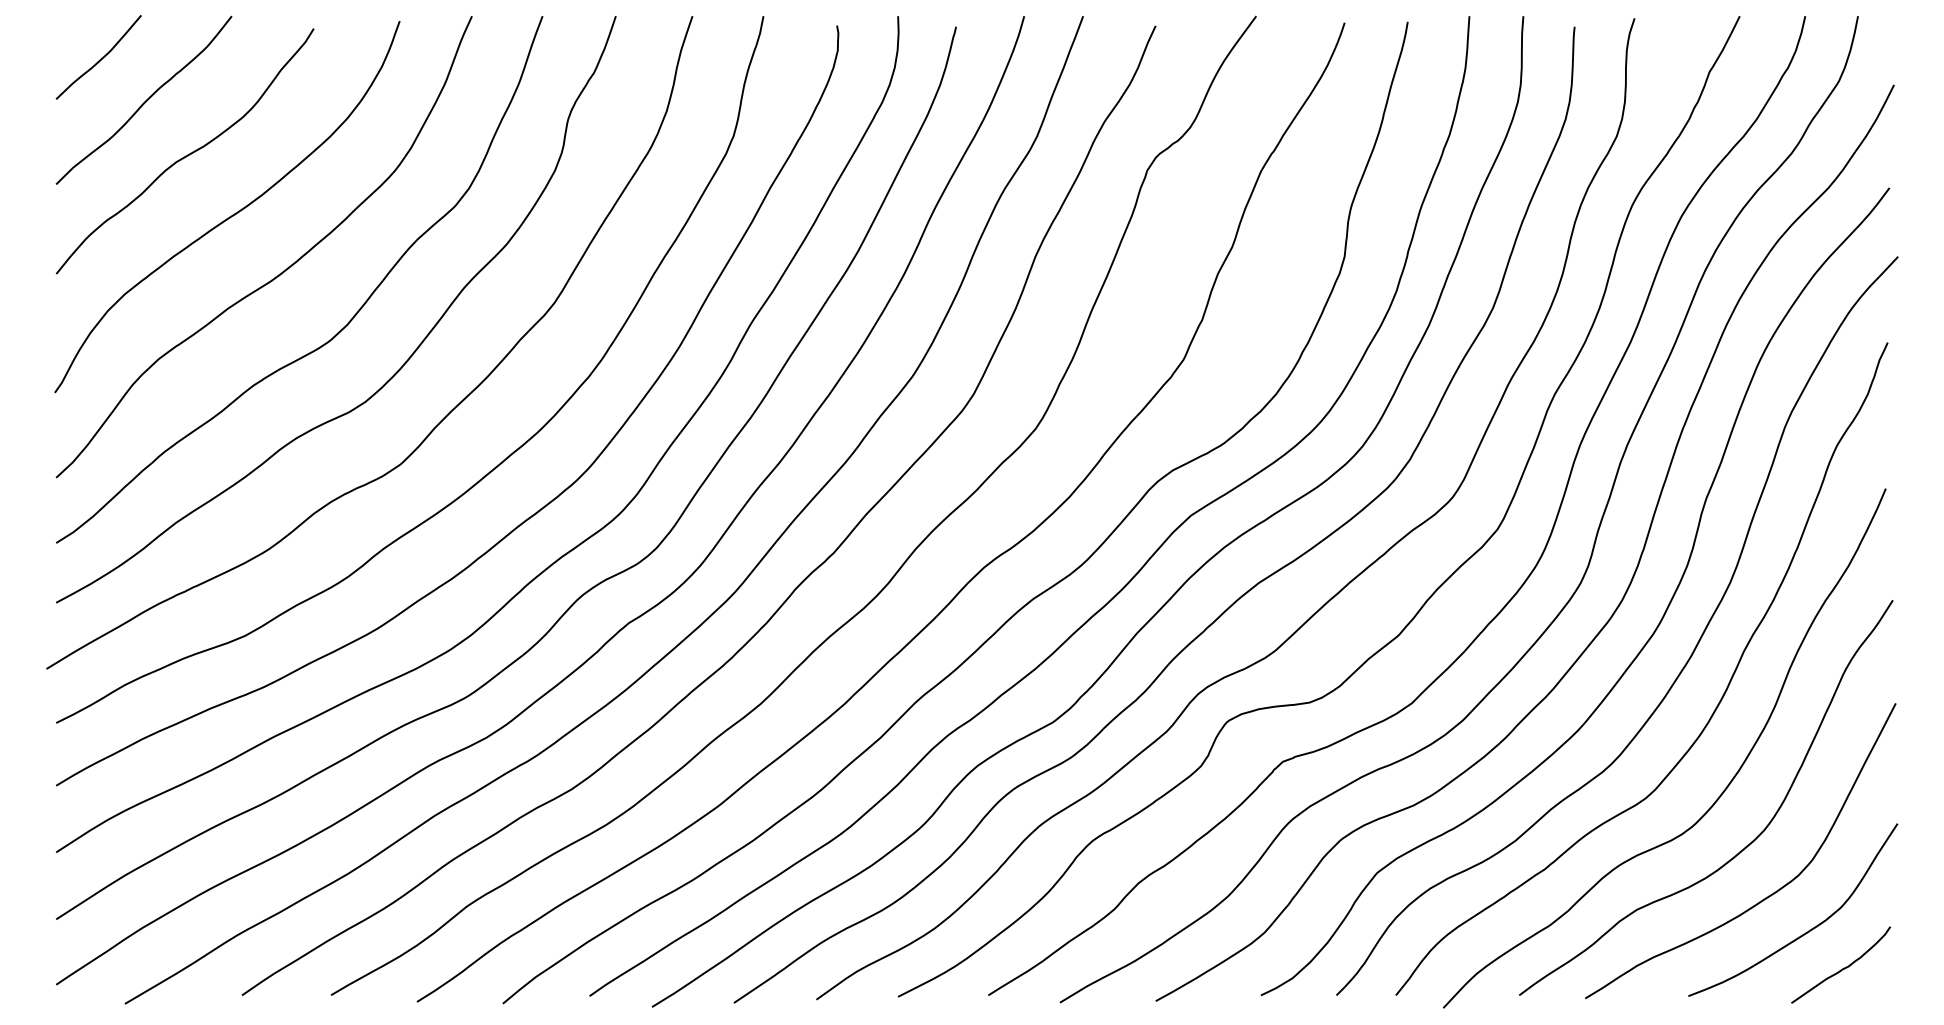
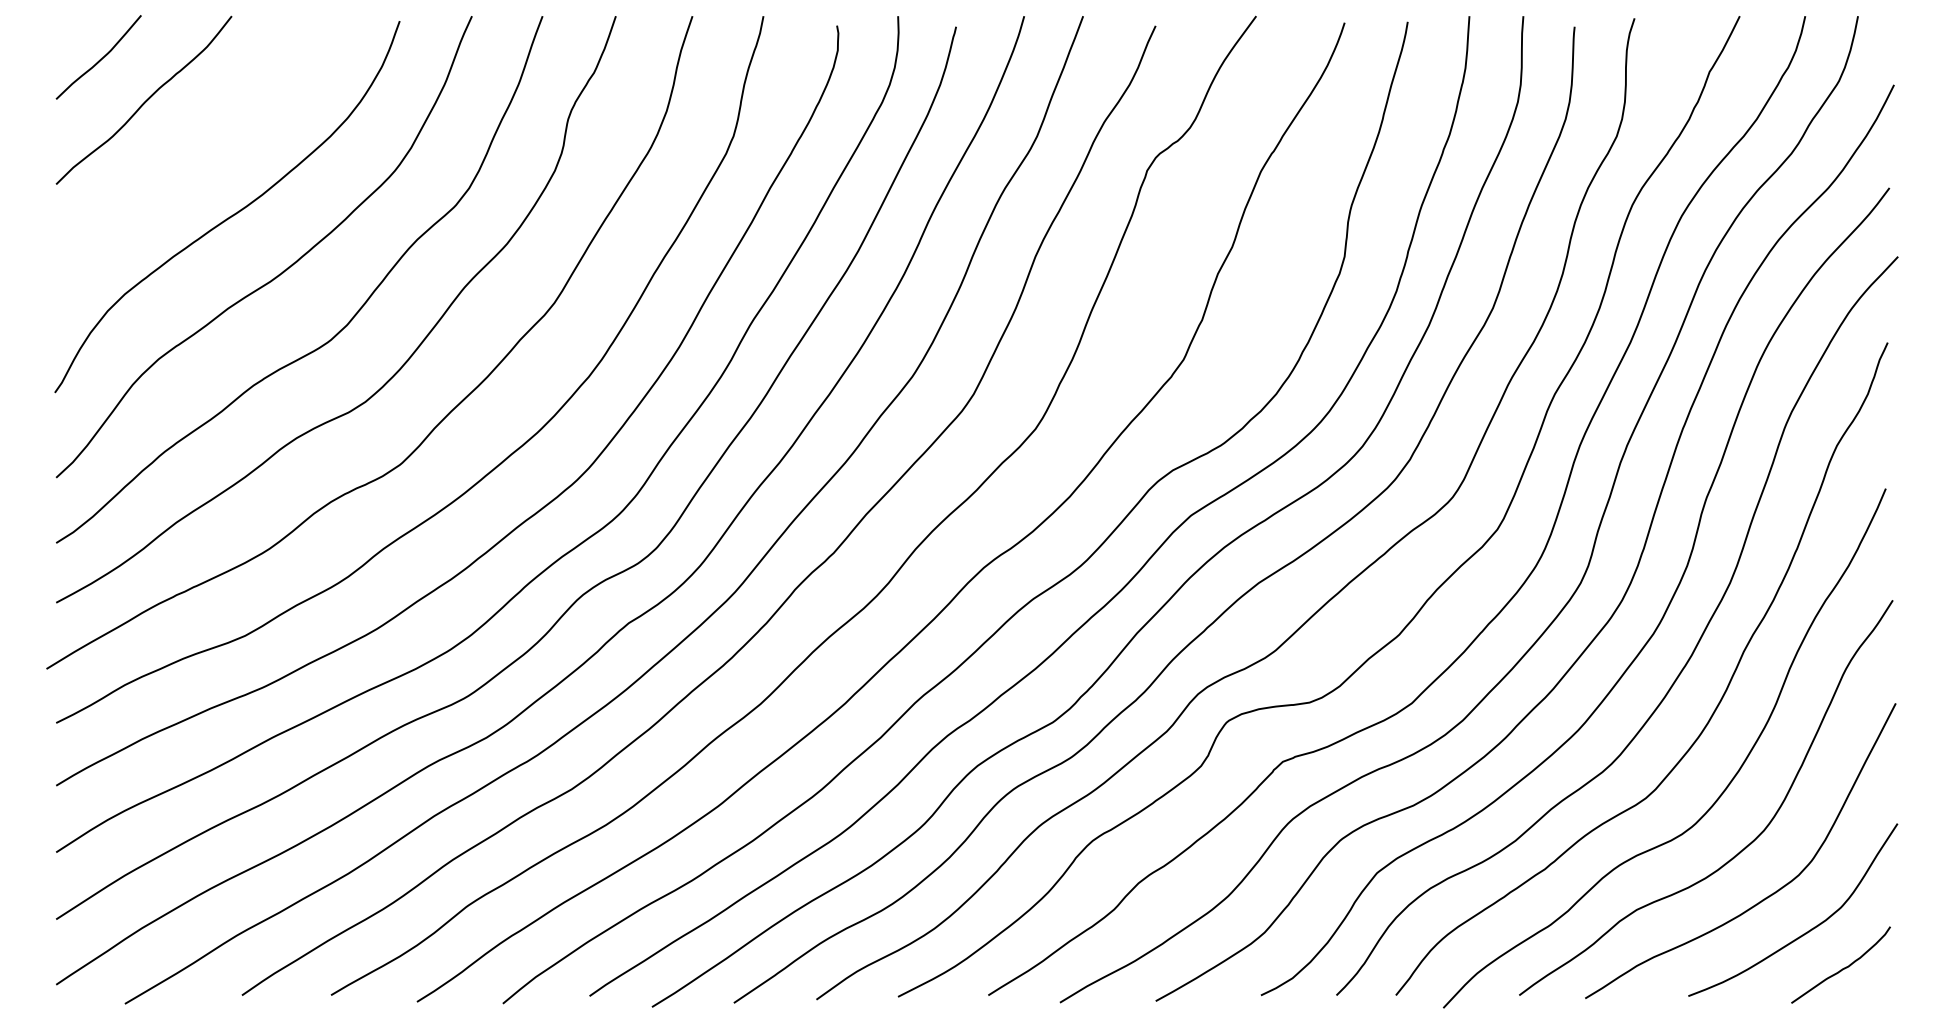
curve at (185, 155): present -> none
